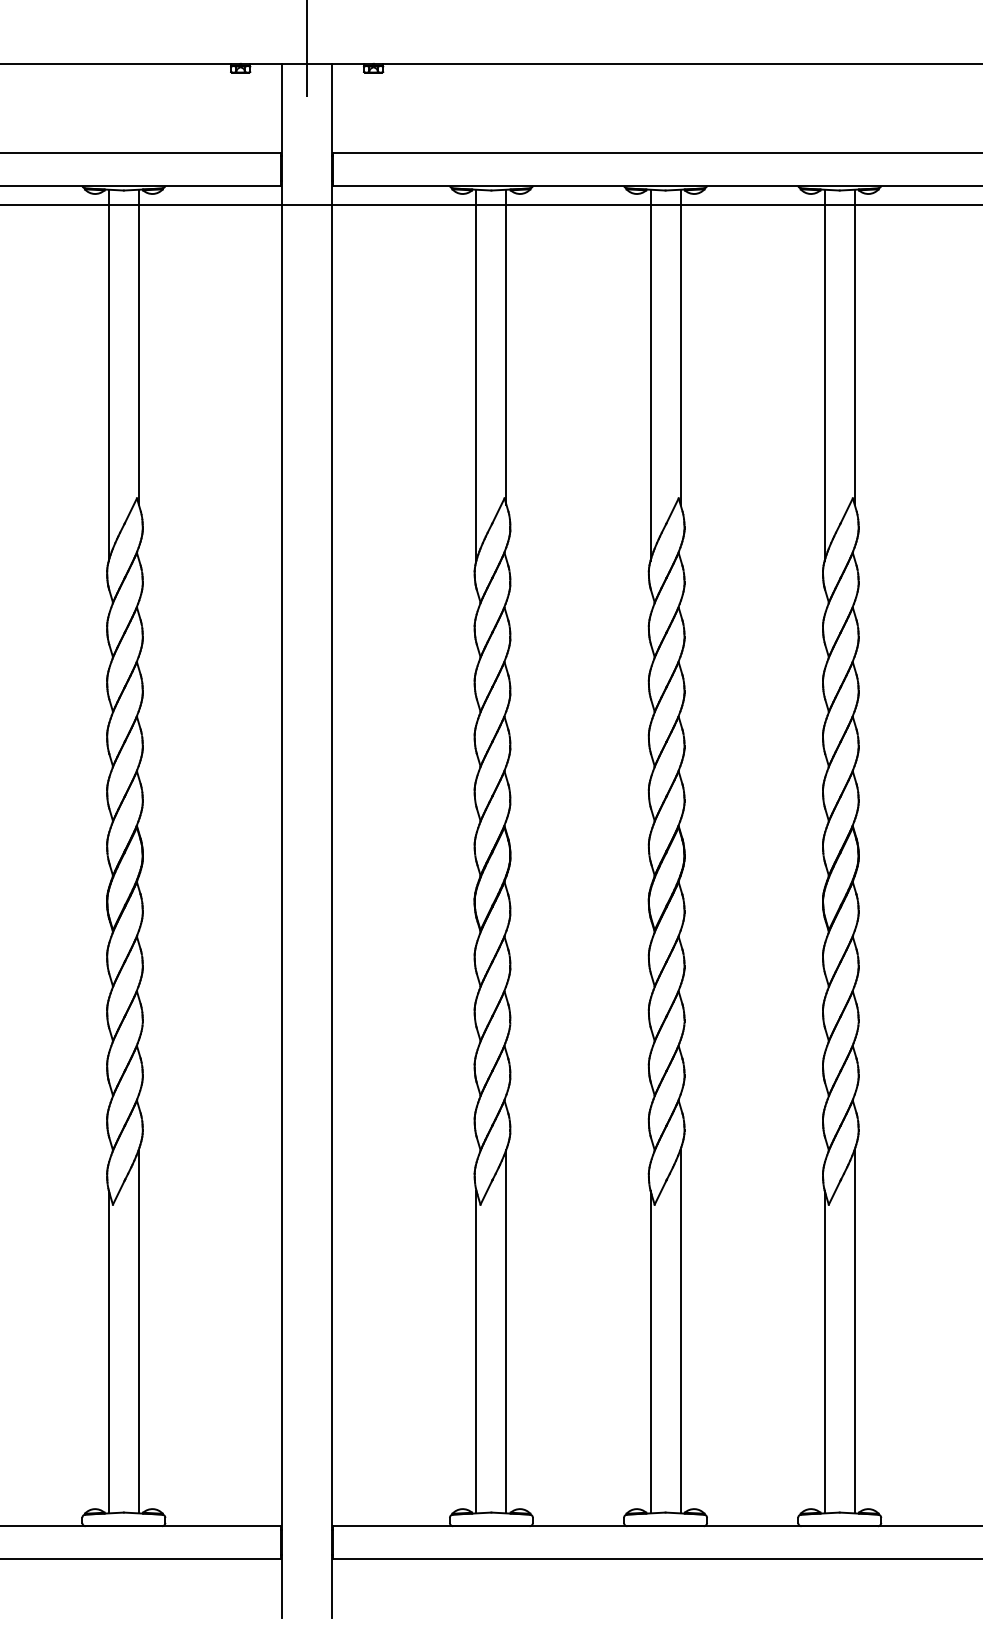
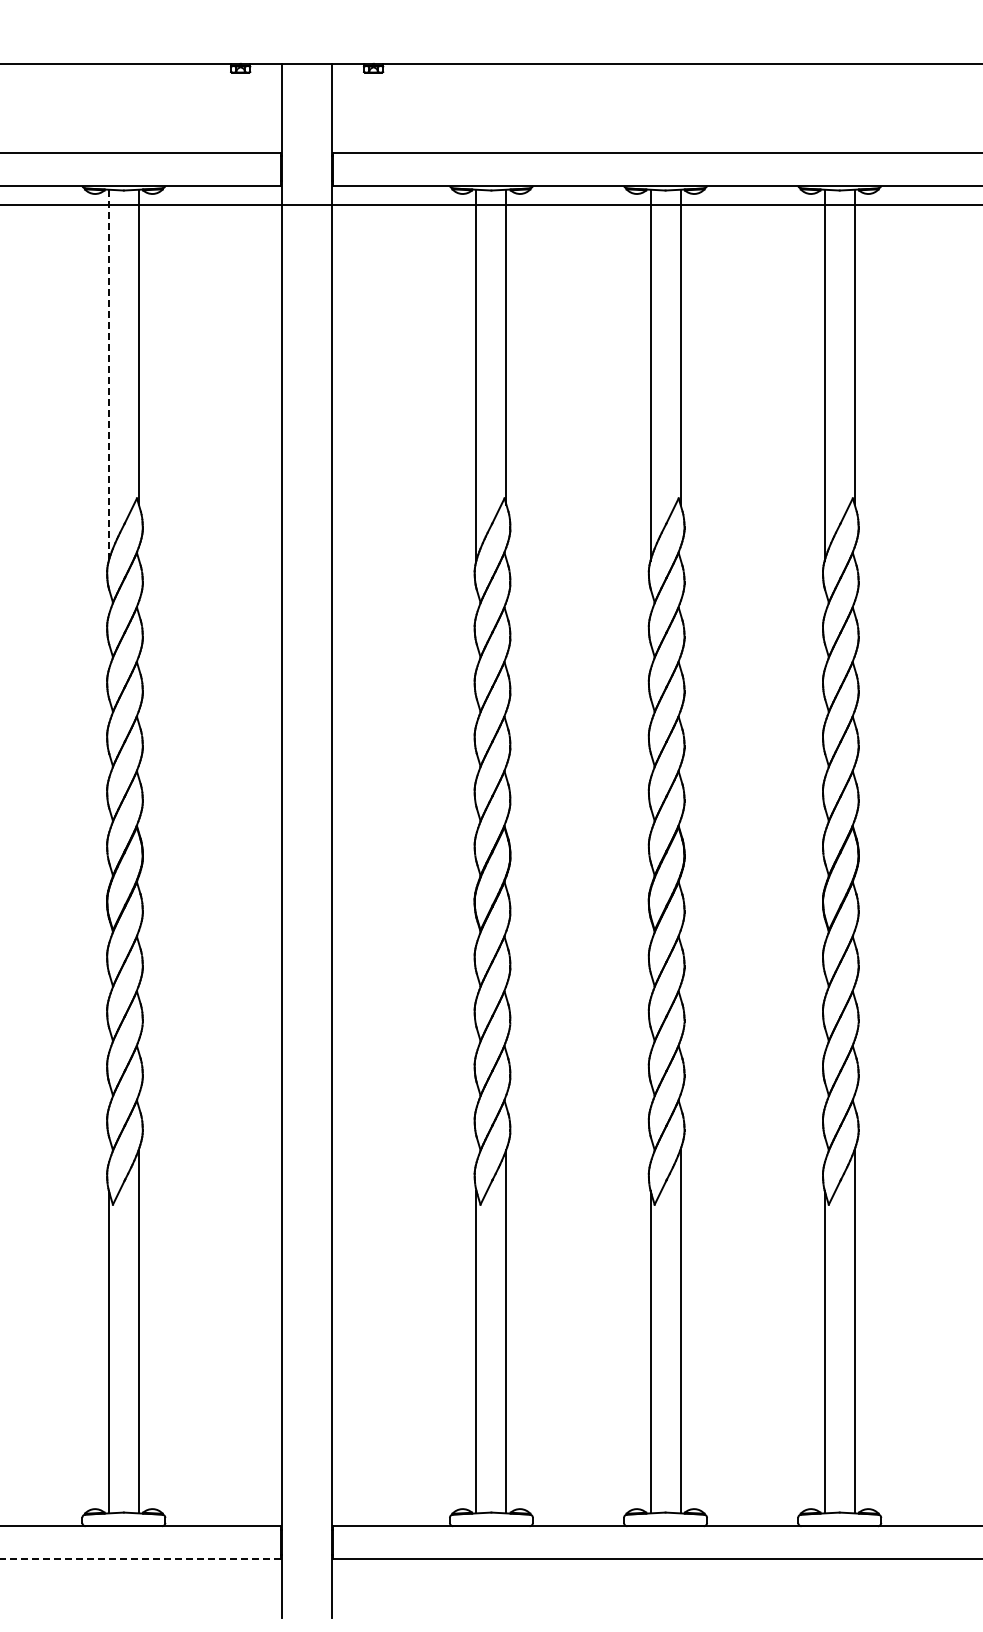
line at (307, 49): present -> none
line at (108, 375): solid -> dashed
line at (140, 1559): solid -> dashed
